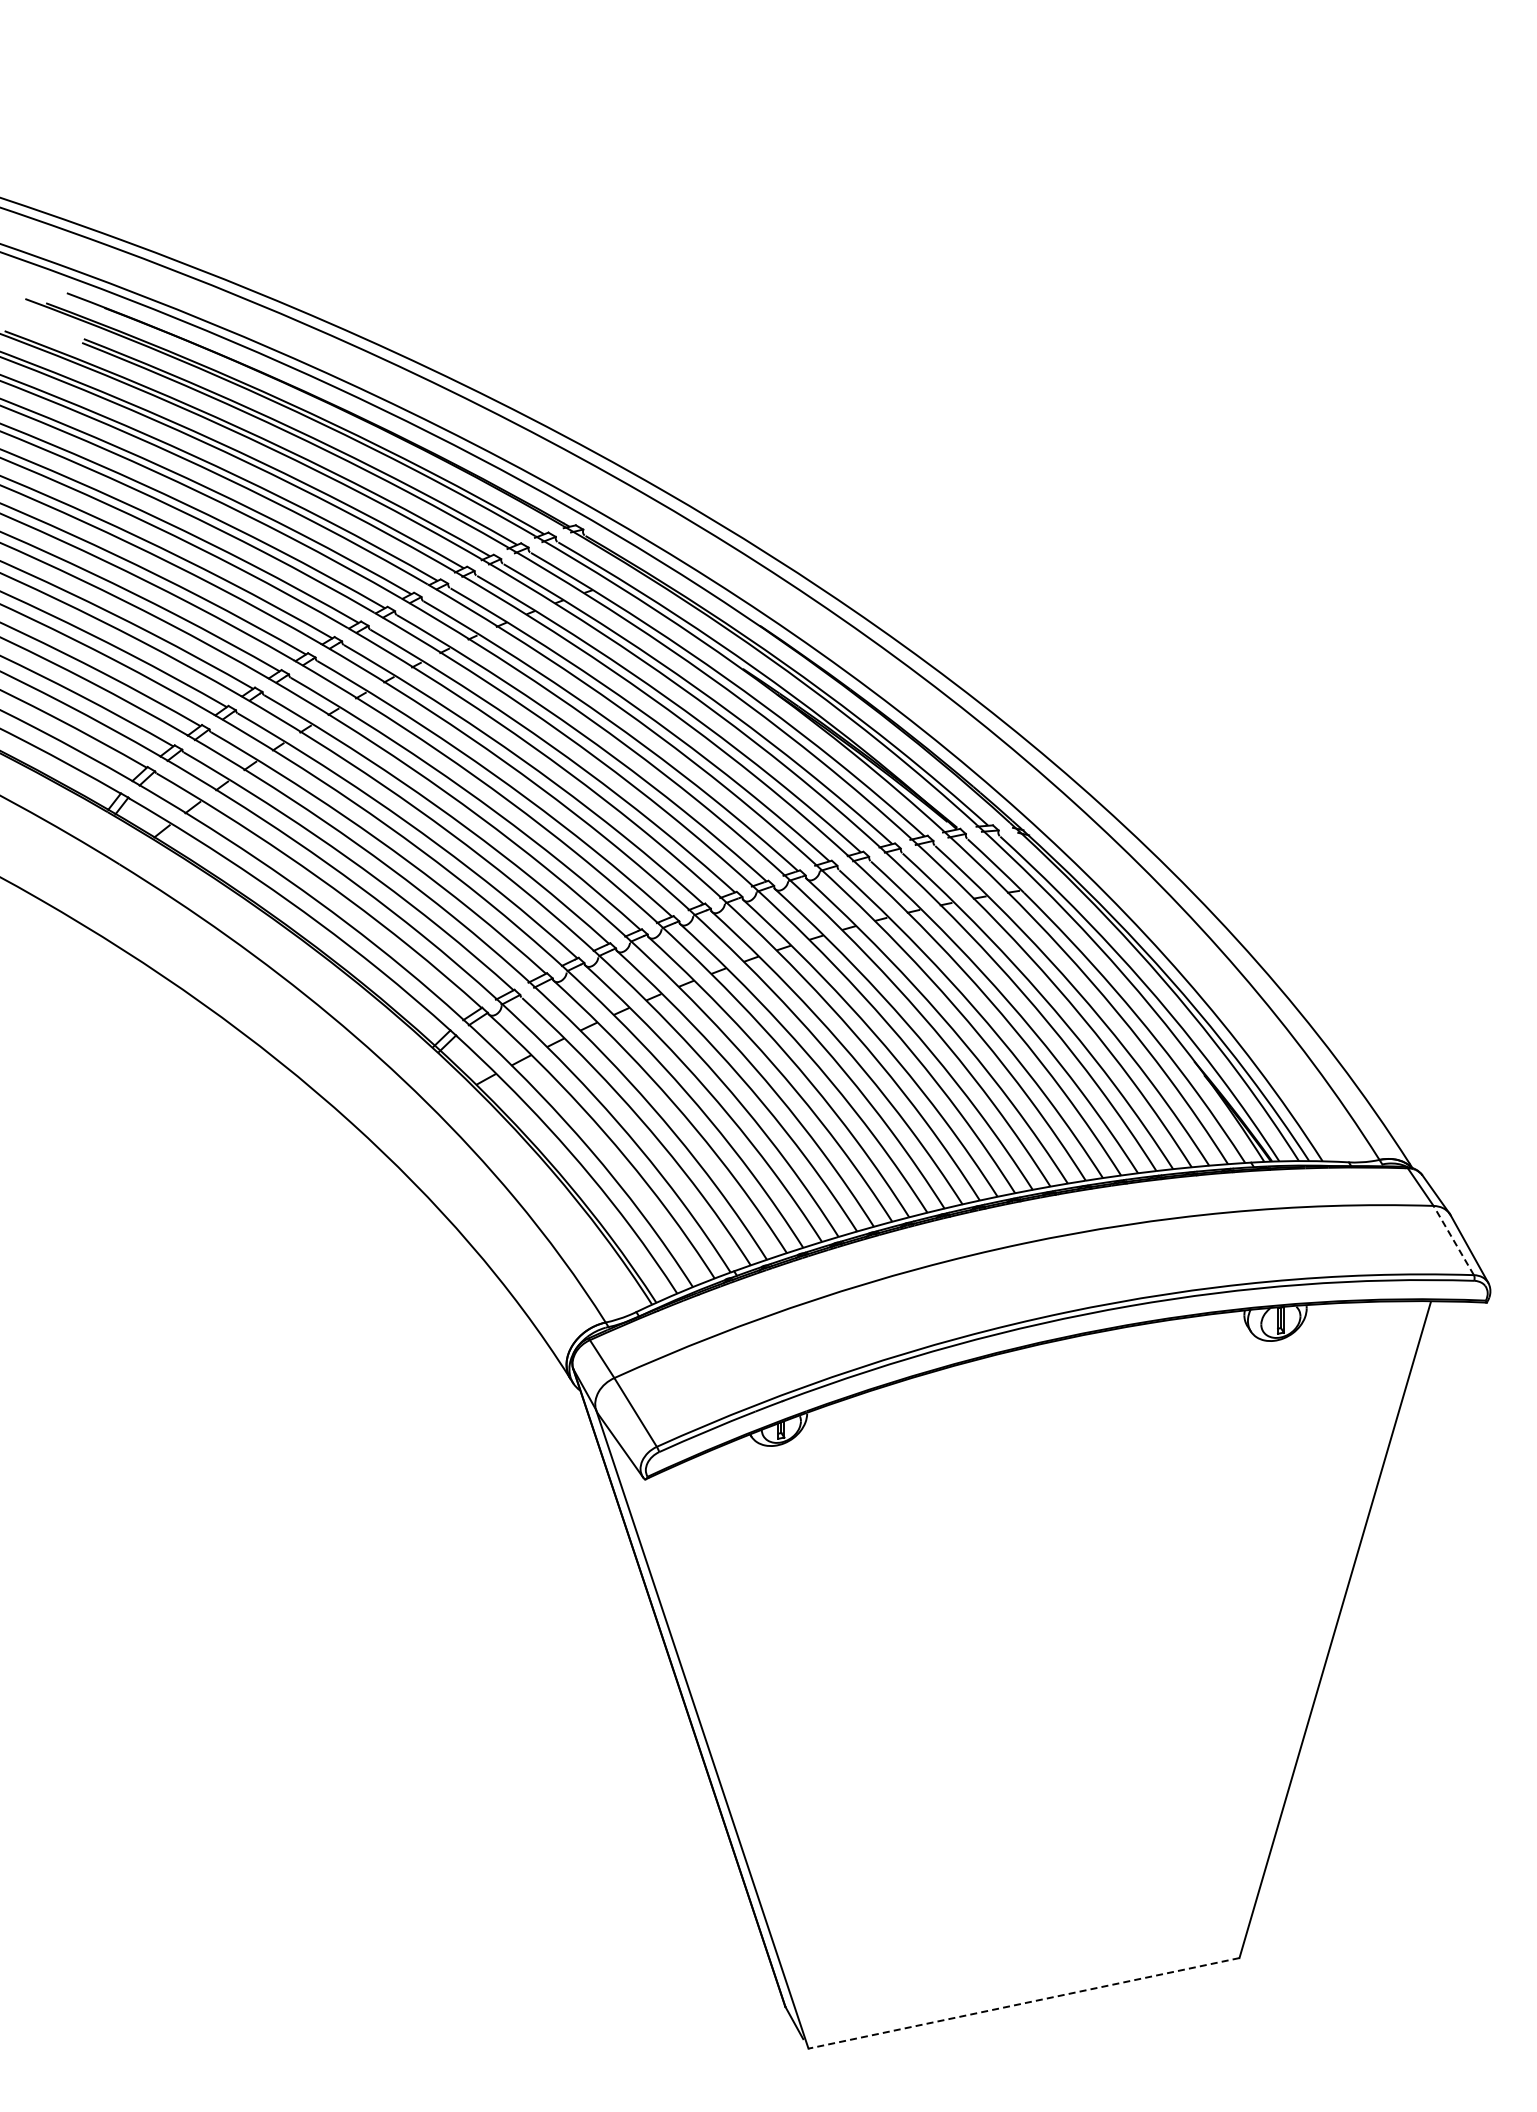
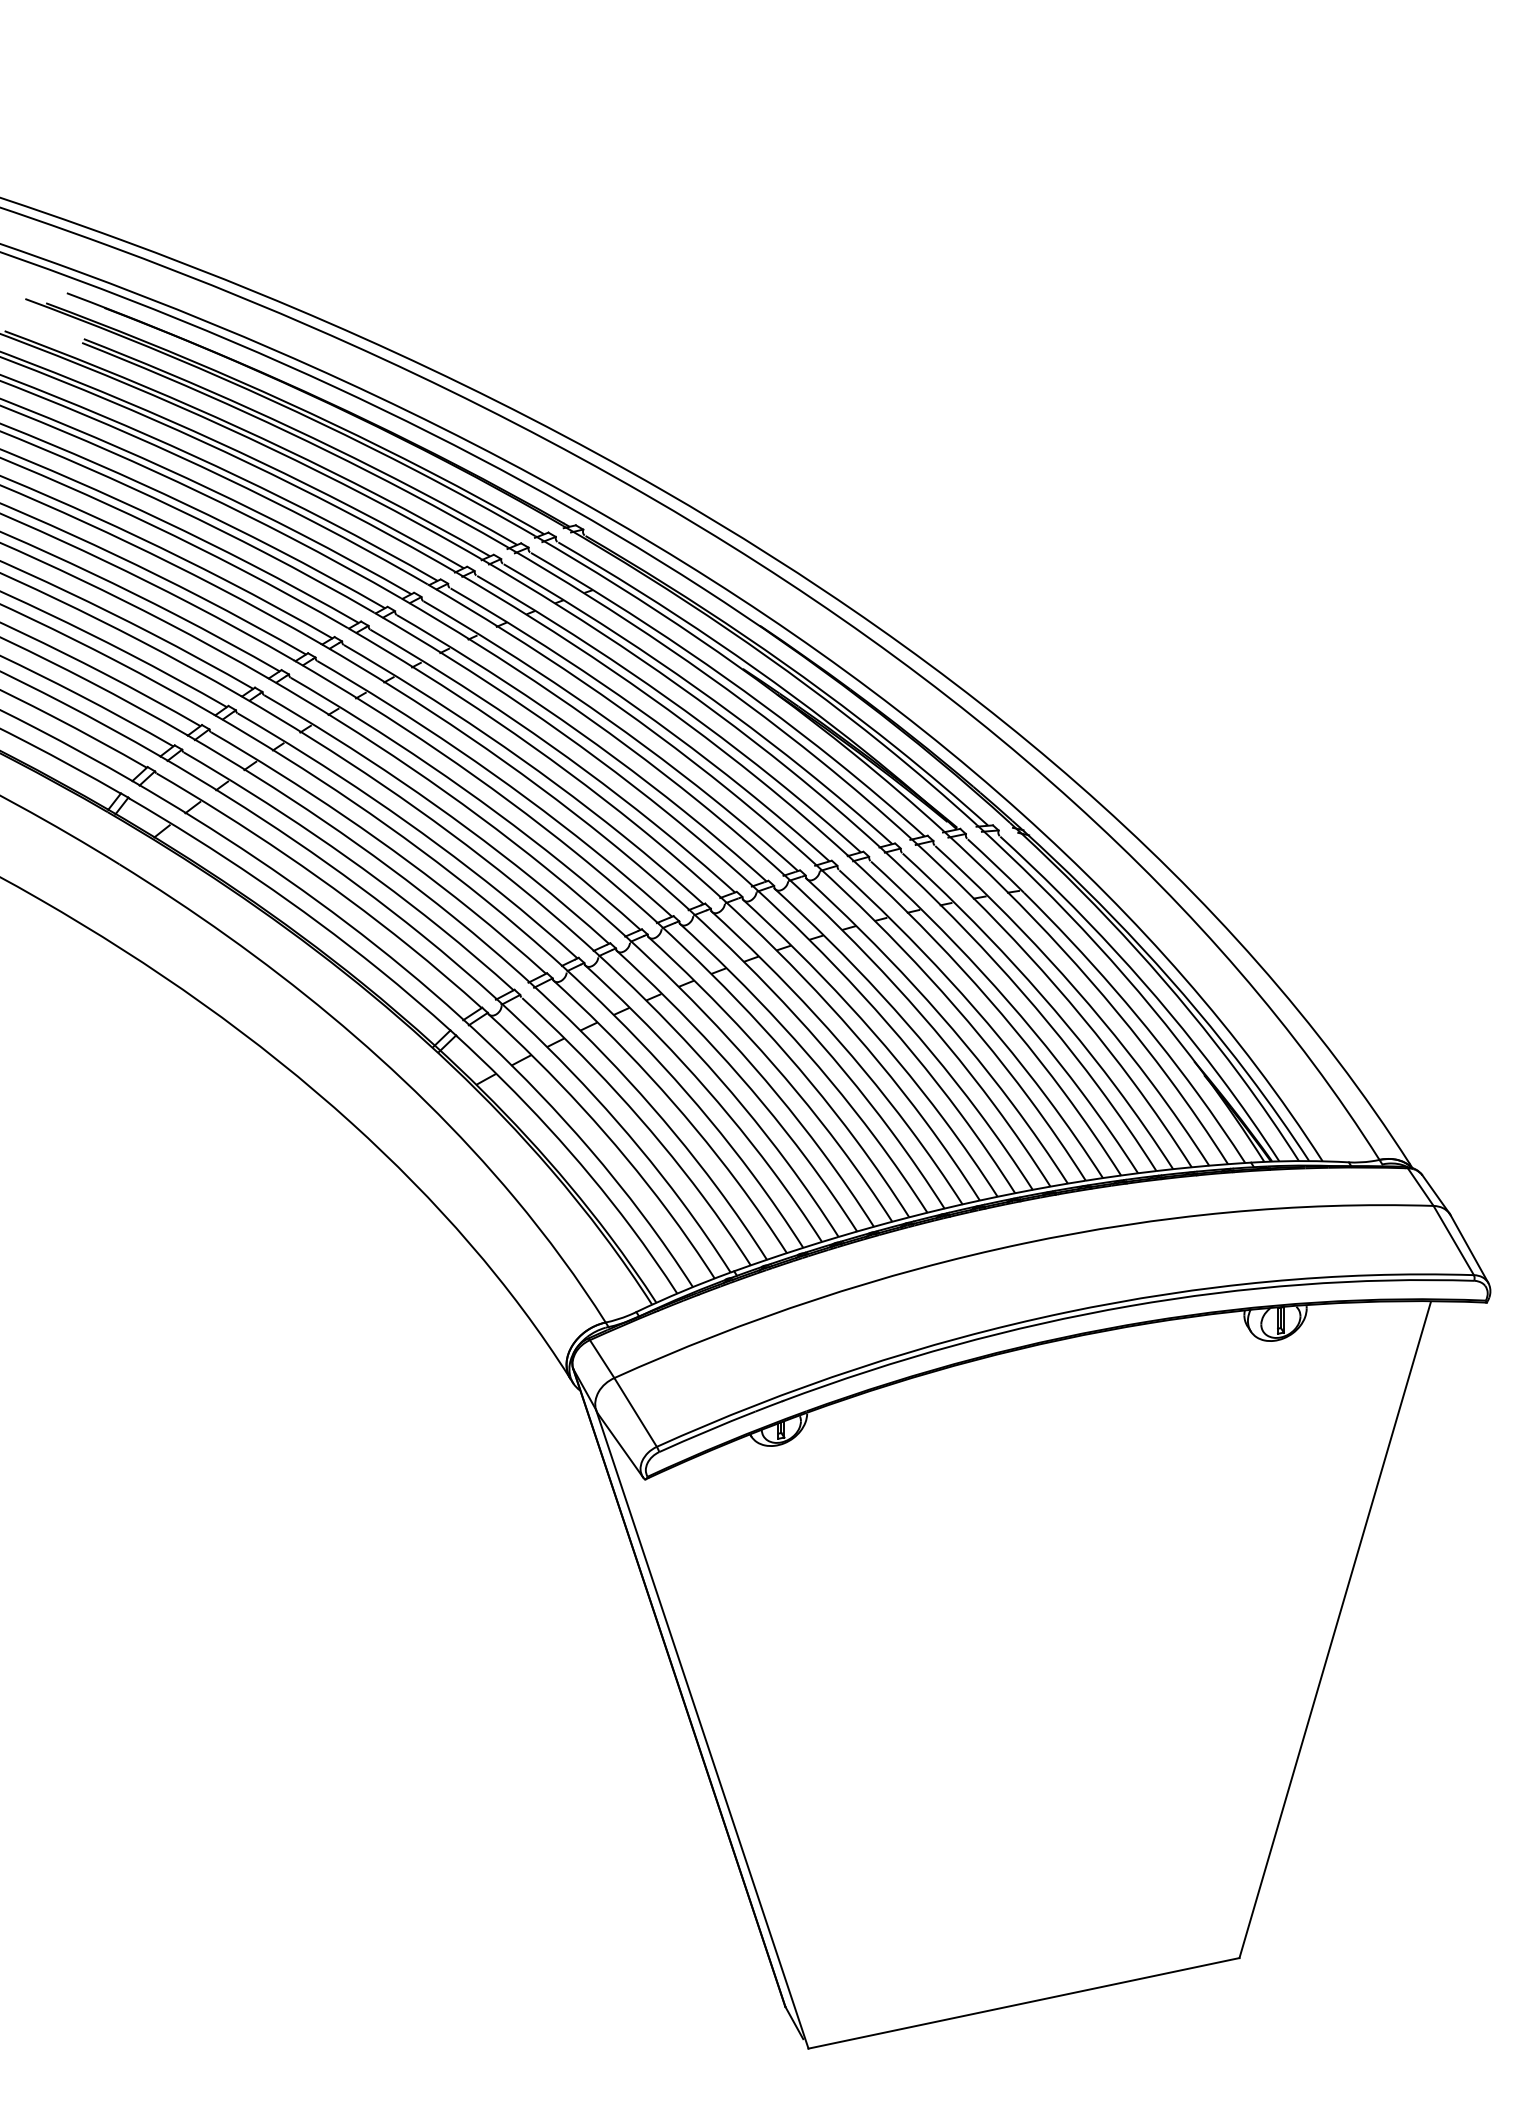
line at (1453, 1240): dashed -> solid
line at (1023, 2003): dashed -> solid
